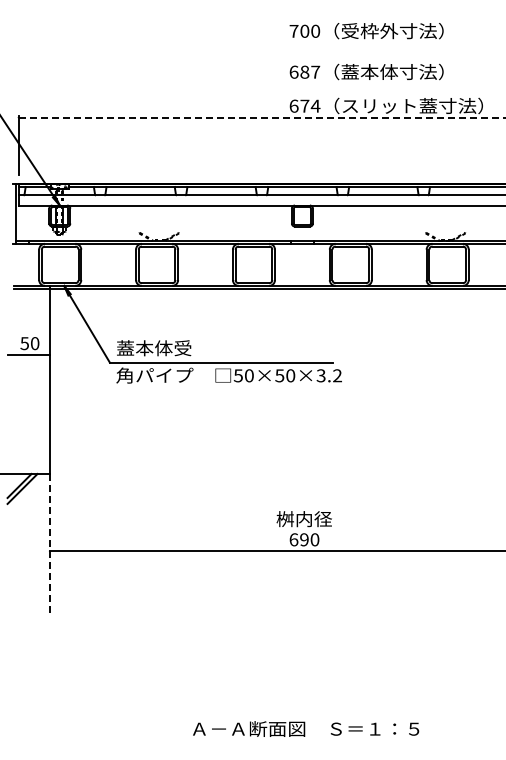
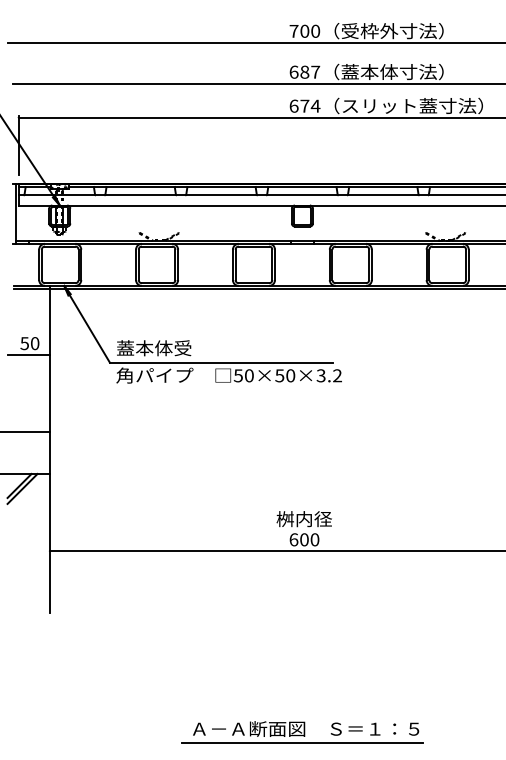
line at (254, 42): none -> present
line at (257, 83): none -> present
line at (262, 117): dashed -> solid
line at (25, 431): none -> present
text at (304, 539): 690 -> 600
line at (49, 543): dashed -> solid
line at (302, 742): none -> present
